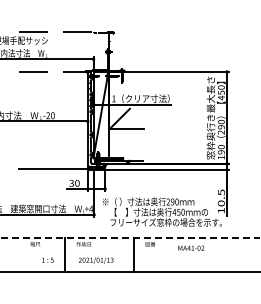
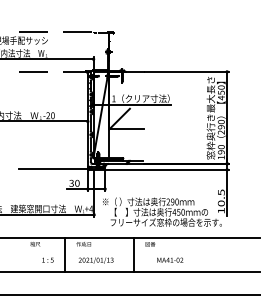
line at (130, 237): dashed -> solid
text at (191, 247) position: (191, 247) -> (170, 259)
line at (129, 295): none -> present
